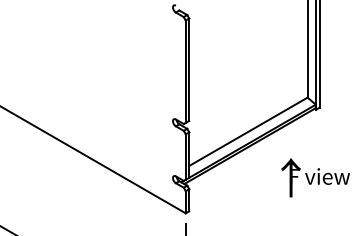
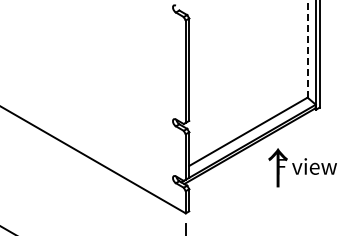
line at (307, 48): solid -> dashed
text at (315, 177) position: (315, 177) -> (302, 167)
